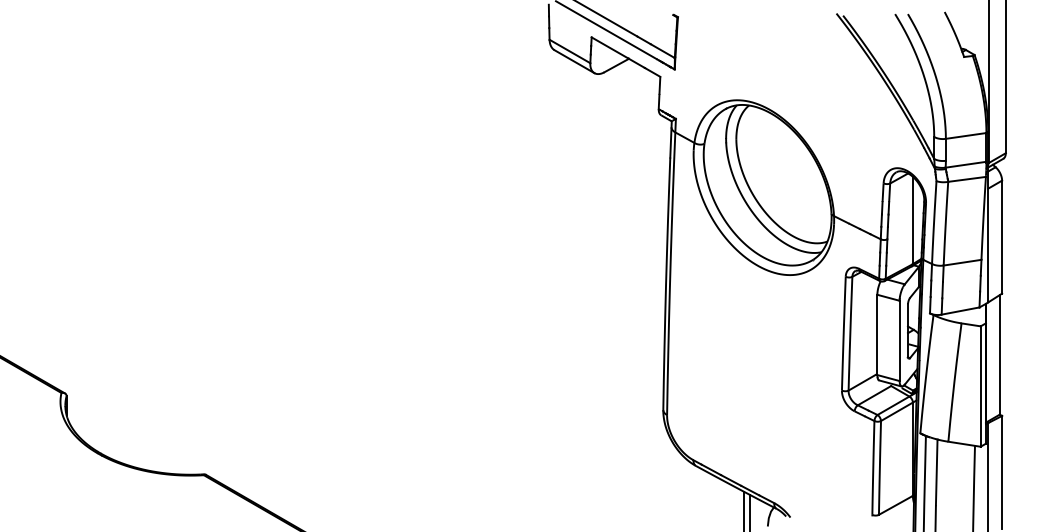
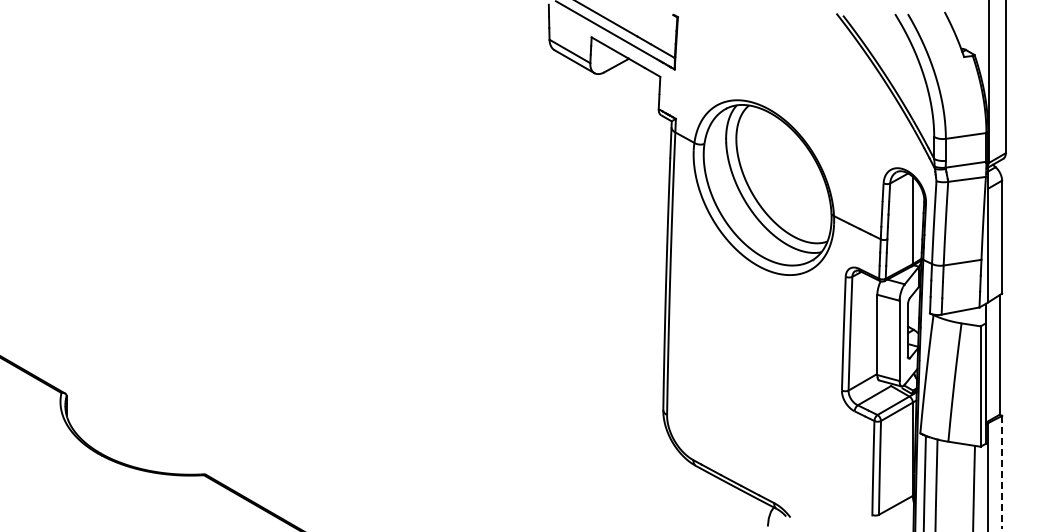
line at (1002, 472): solid -> dashed
line at (743, 509): present -> none
line at (749, 511): present -> none
